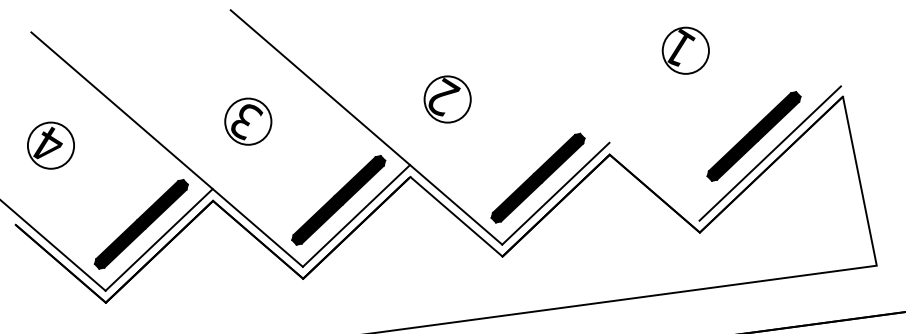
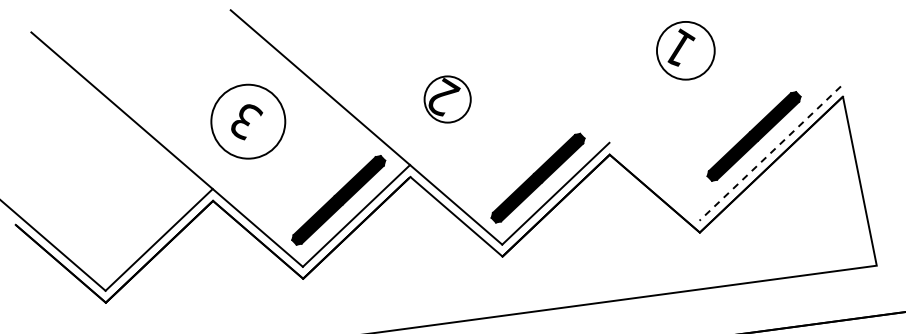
circle at (685, 50) diameter: 46 px -> 58 px
circle at (248, 121) diameter: 46 px -> 74 px
part at (50, 145): present -> none
line at (769, 153): solid -> dashed
part at (140, 224): present -> none
